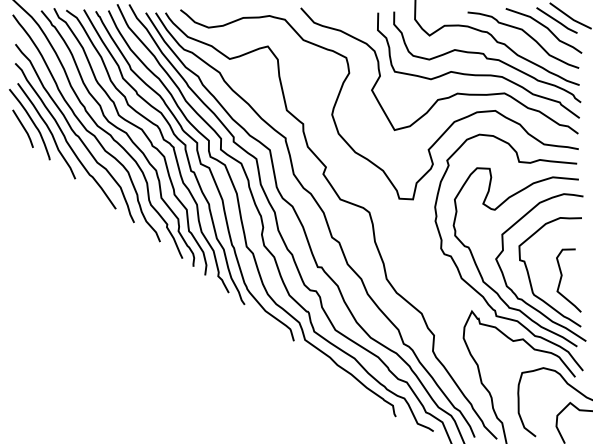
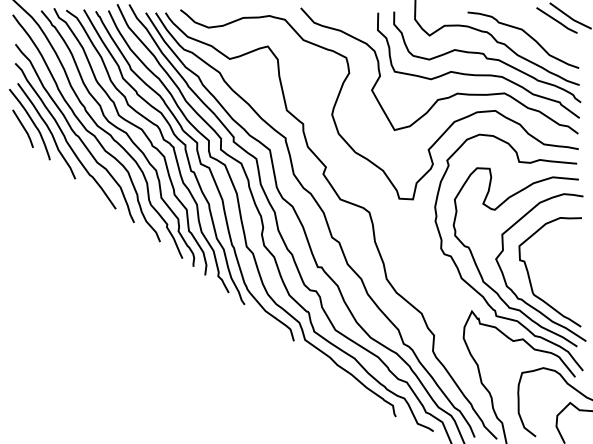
curve at (544, 27): present -> none
curve at (562, 277): present -> none
